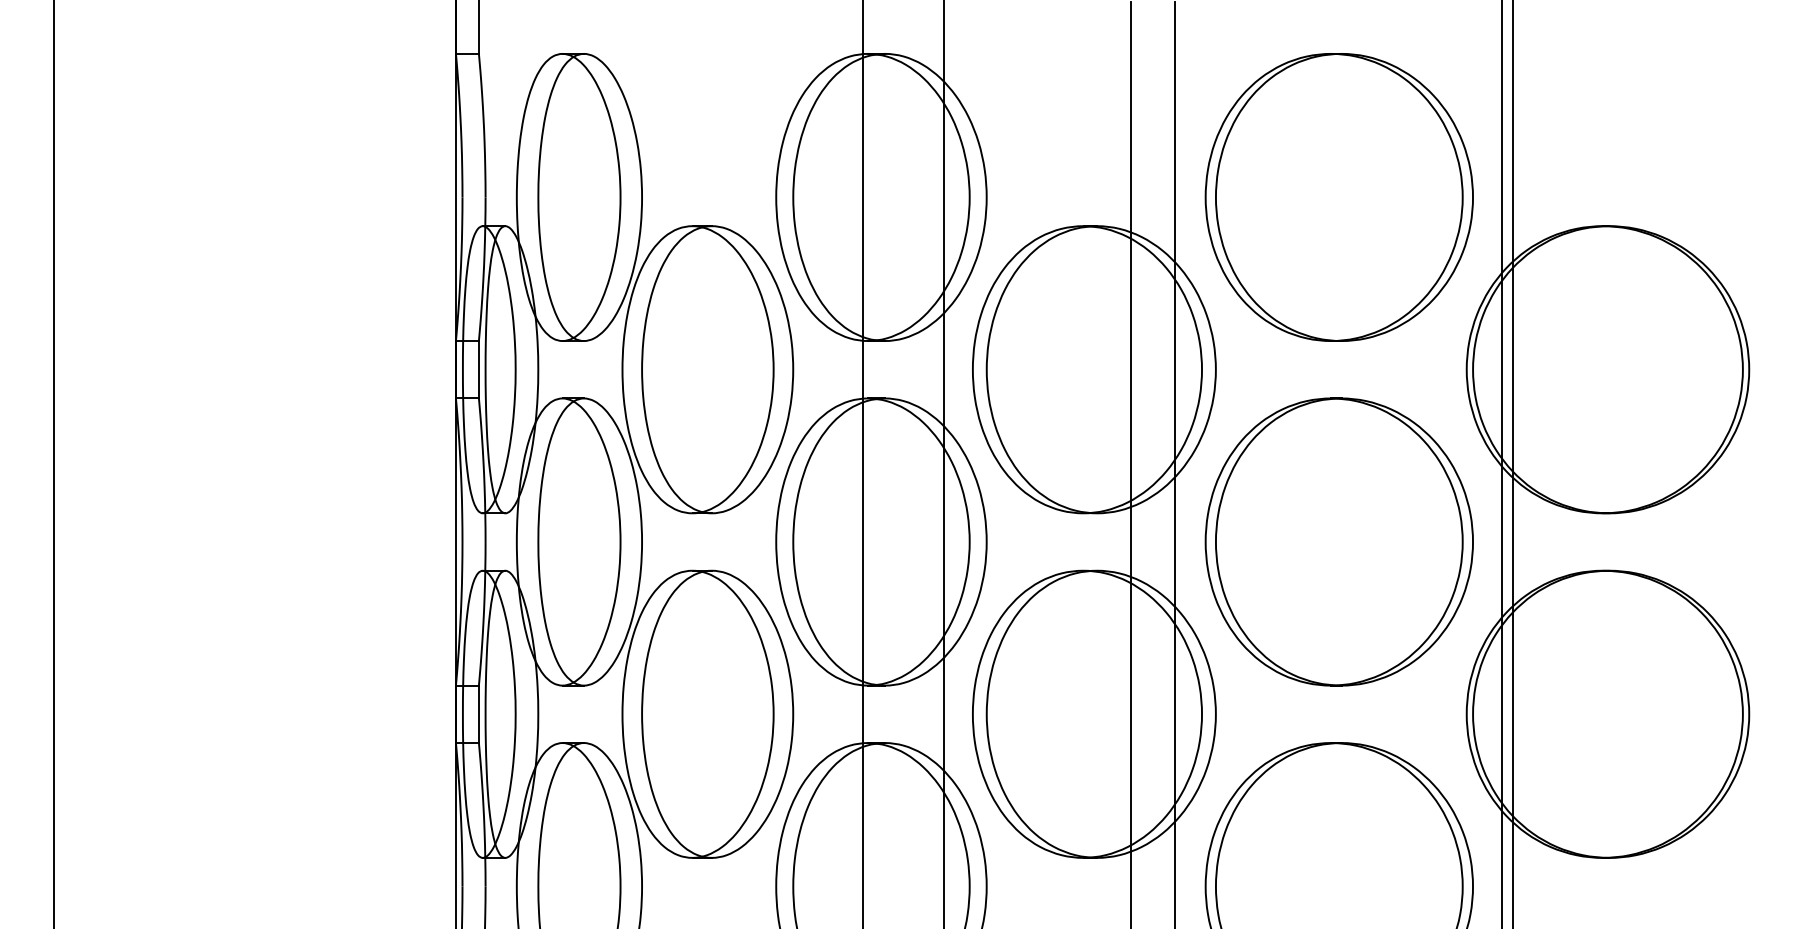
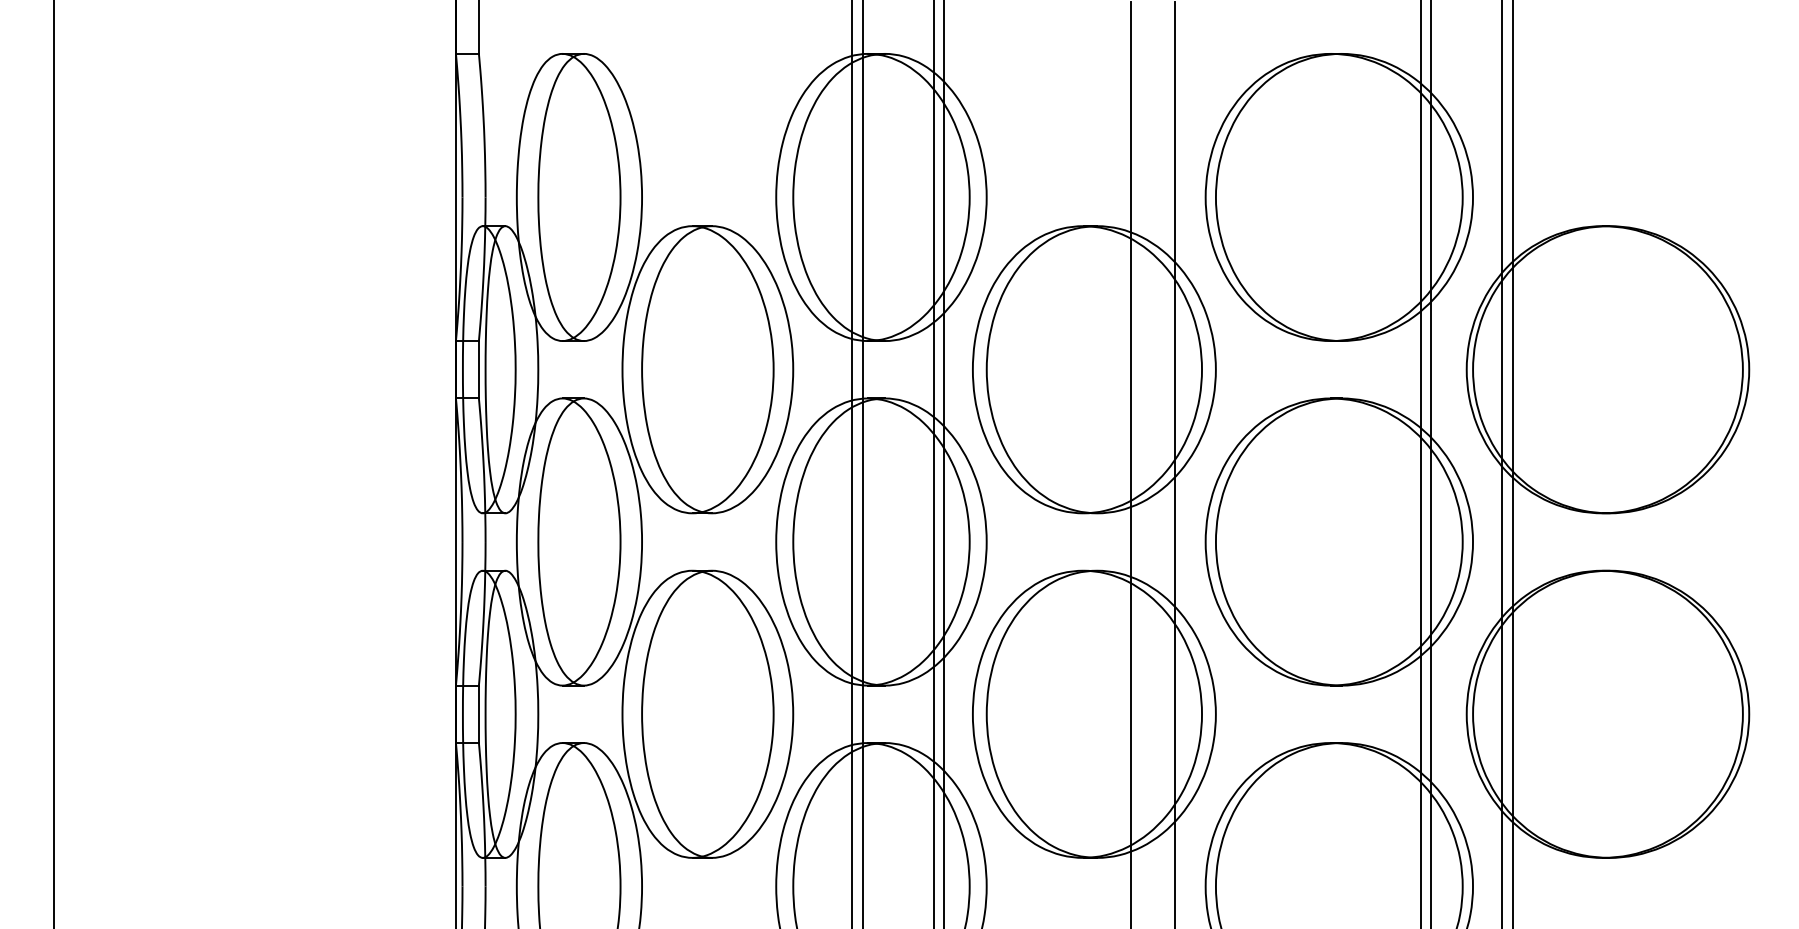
line at (852, 463): none -> present
line at (933, 463): none -> present
line at (1420, 463): none -> present
line at (1431, 463): none -> present
